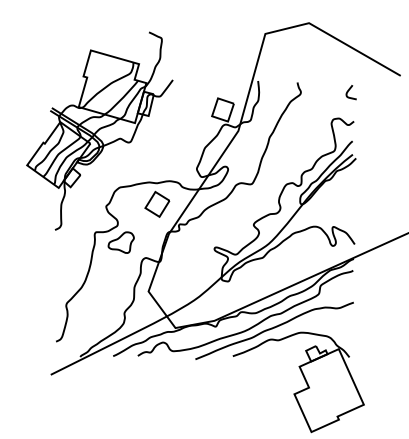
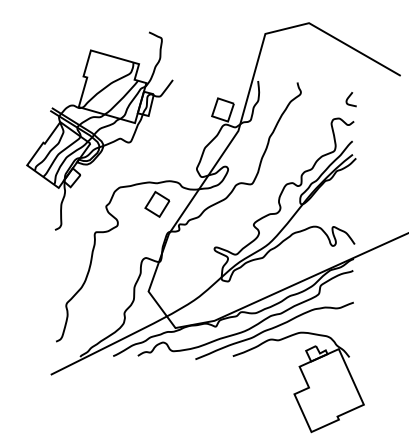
curve at (348, 92) position: (348, 92) -> (348, 99)
part at (120, 242): present -> none
